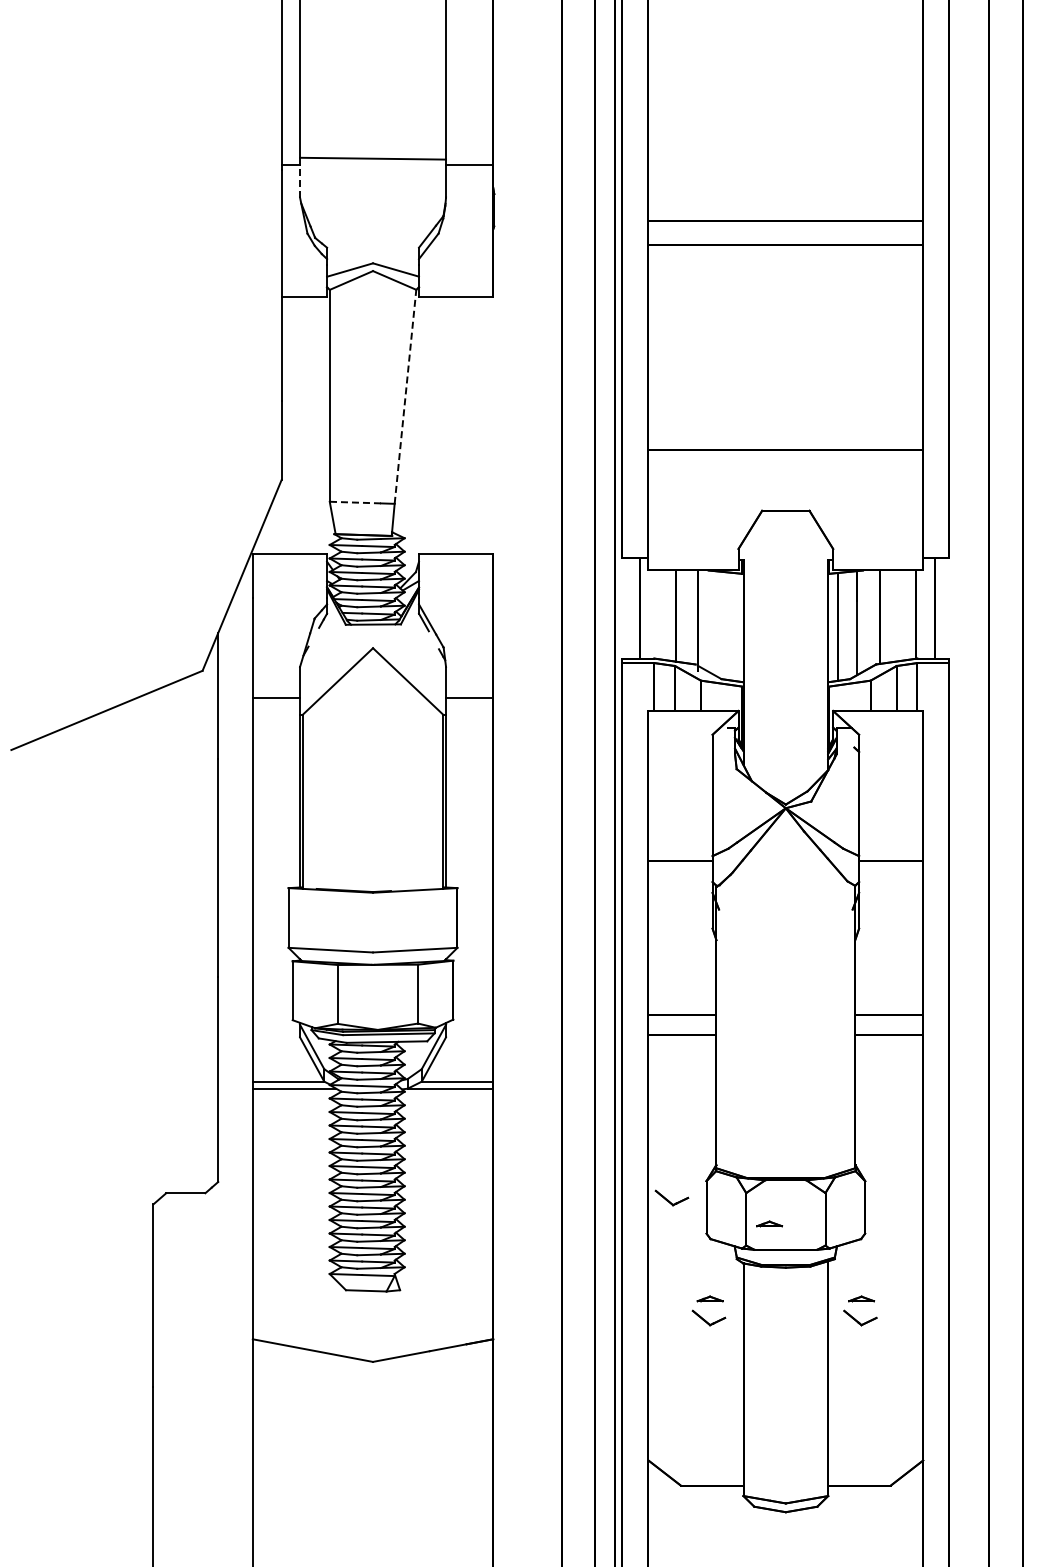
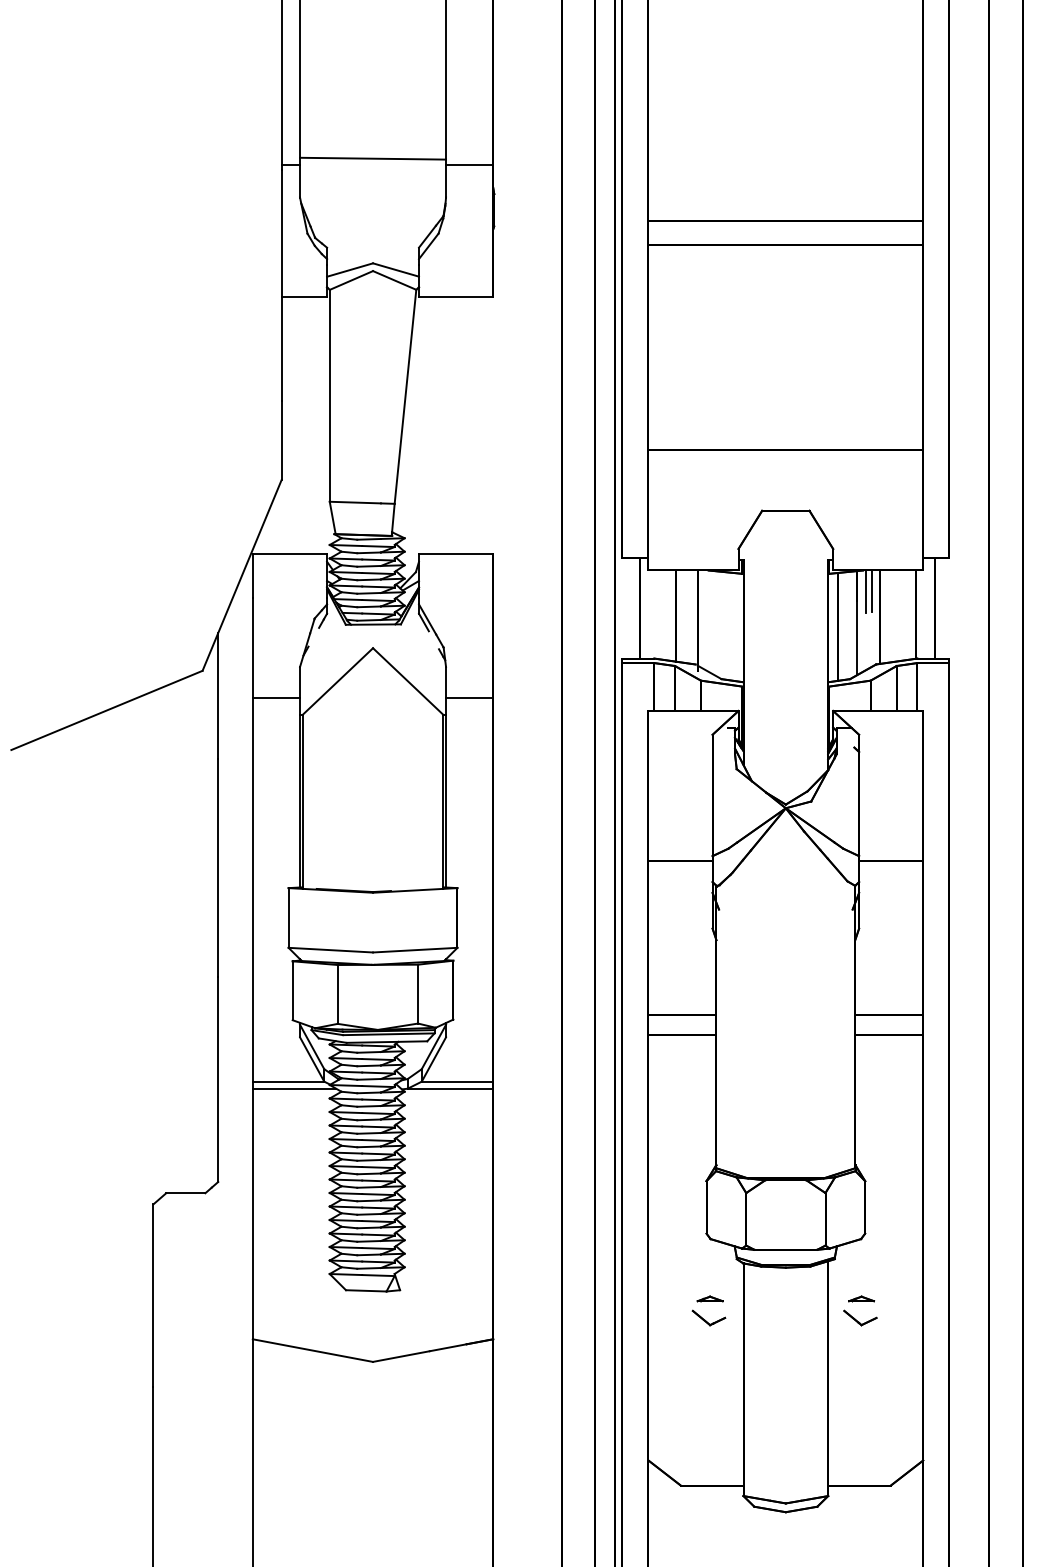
line at (300, 180): dashed -> solid
line at (405, 396): dashed -> solid
line at (355, 502): dashed -> solid
line at (871, 590): none -> present
line at (865, 591): none -> present
part at (671, 1197): present -> none
part at (769, 1223): present -> none
